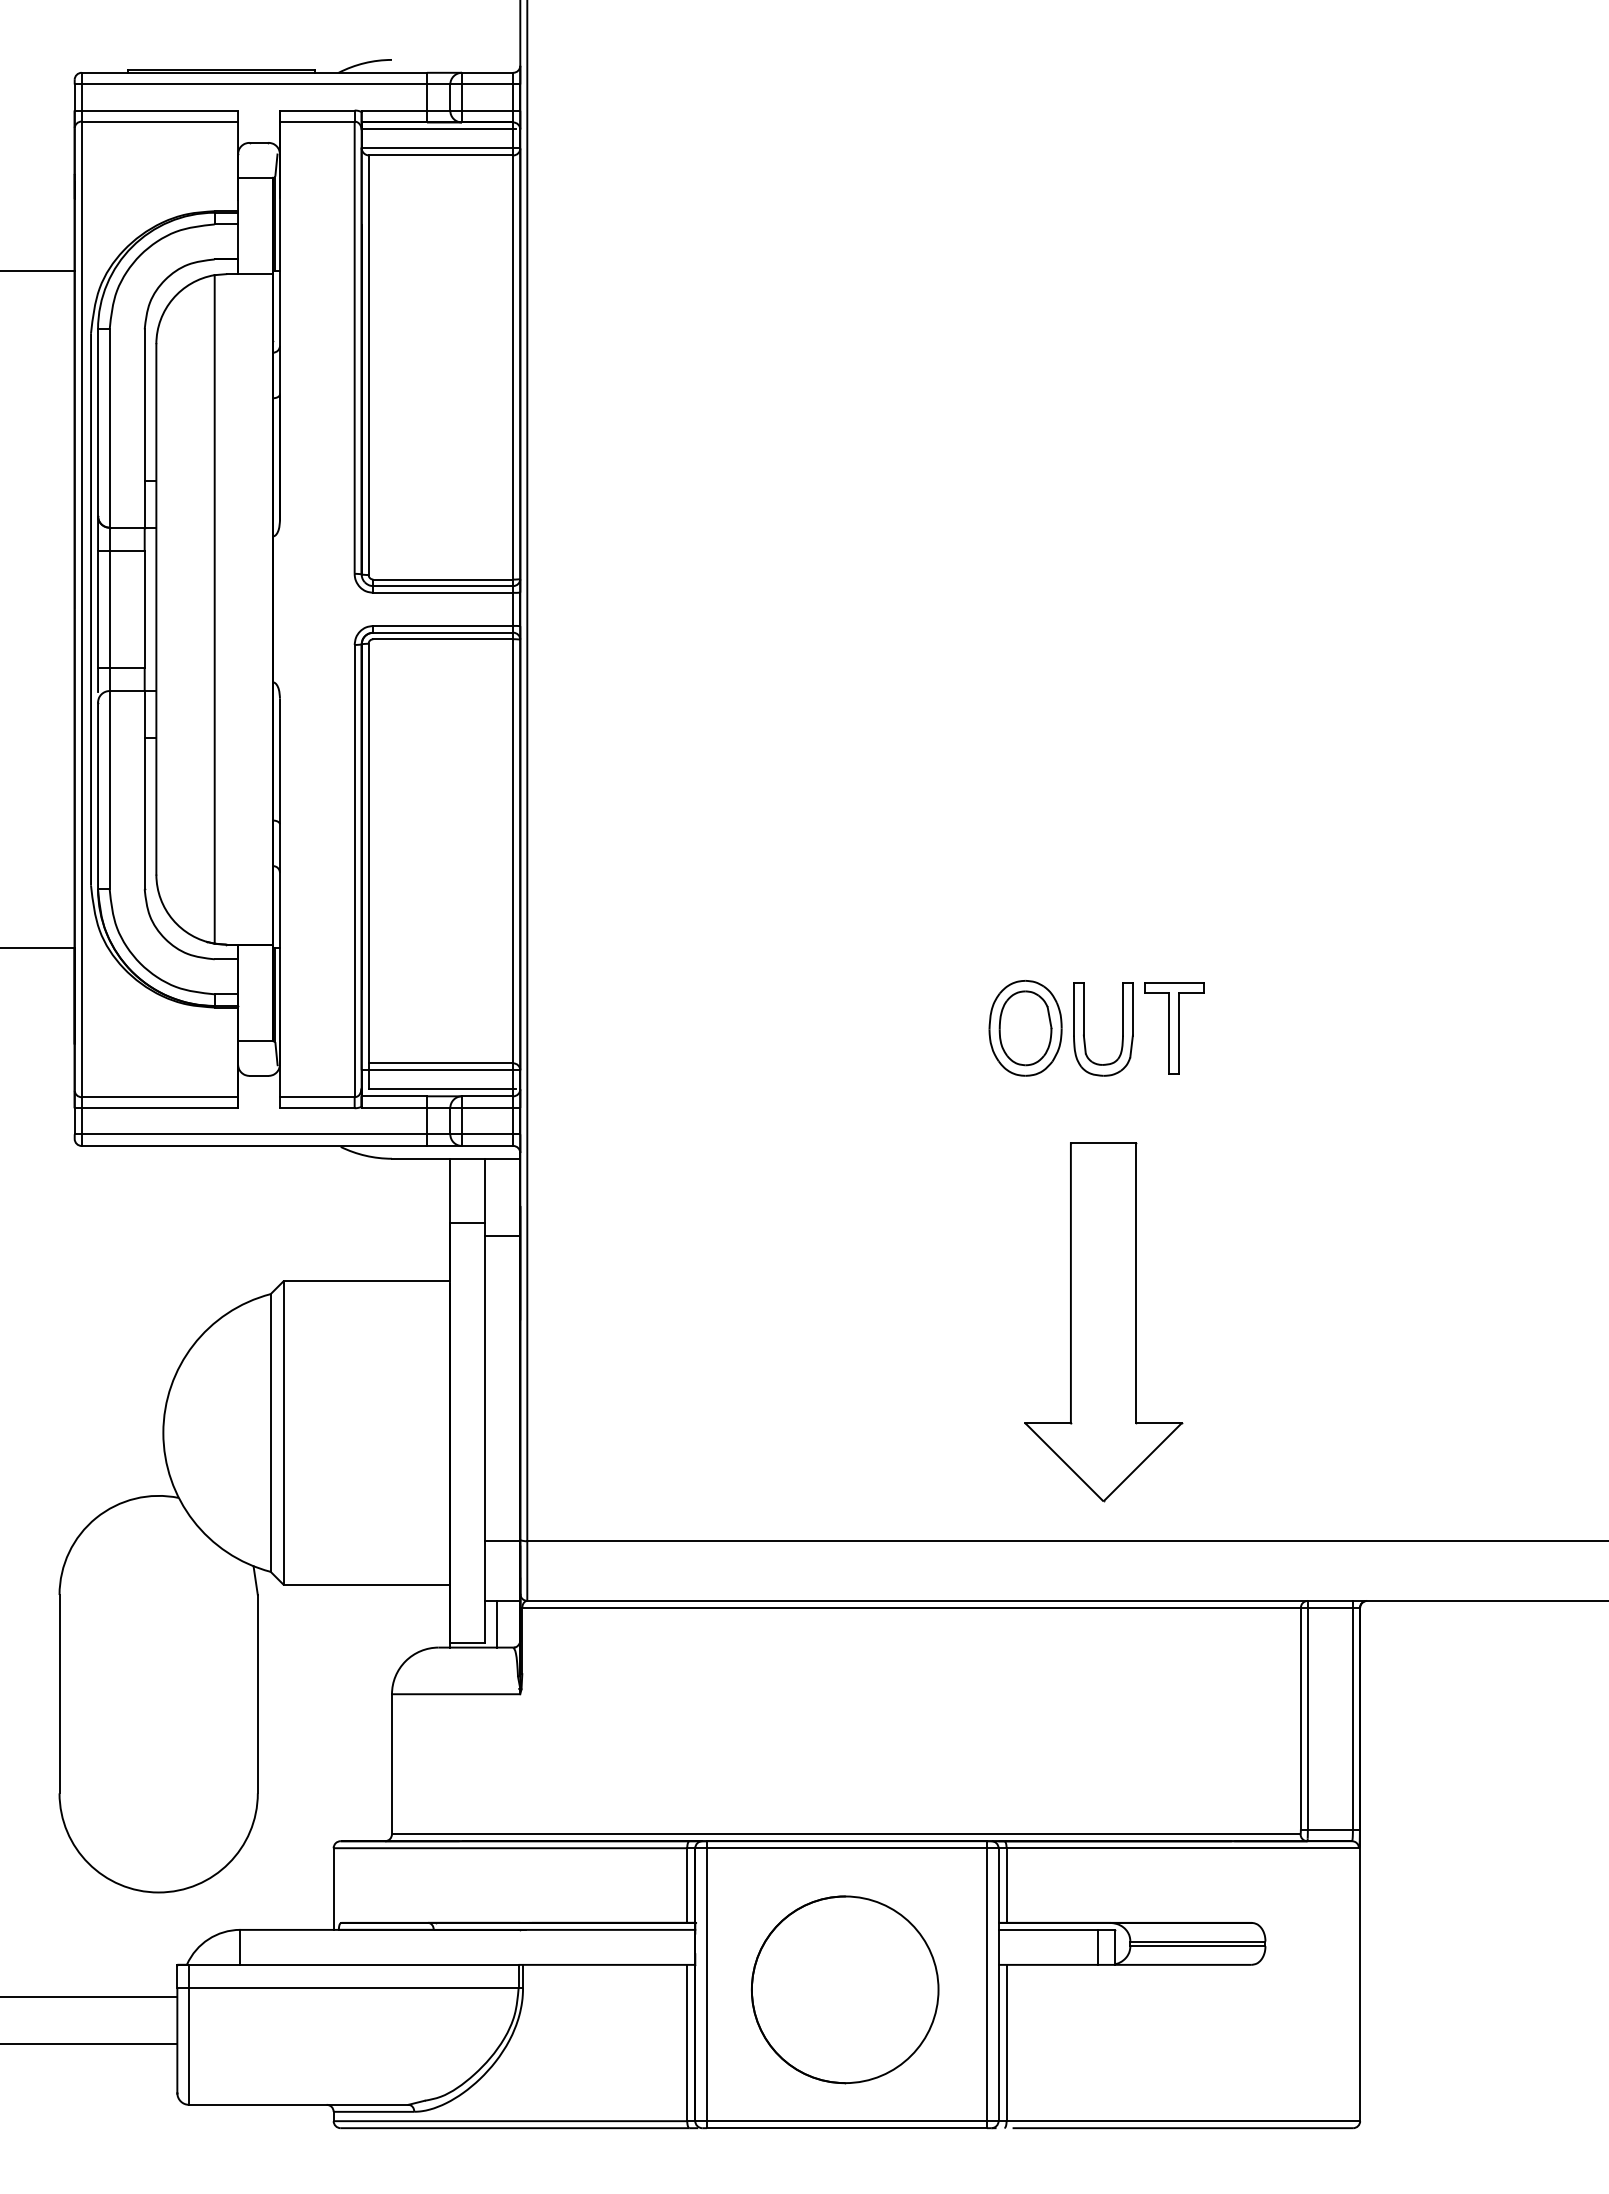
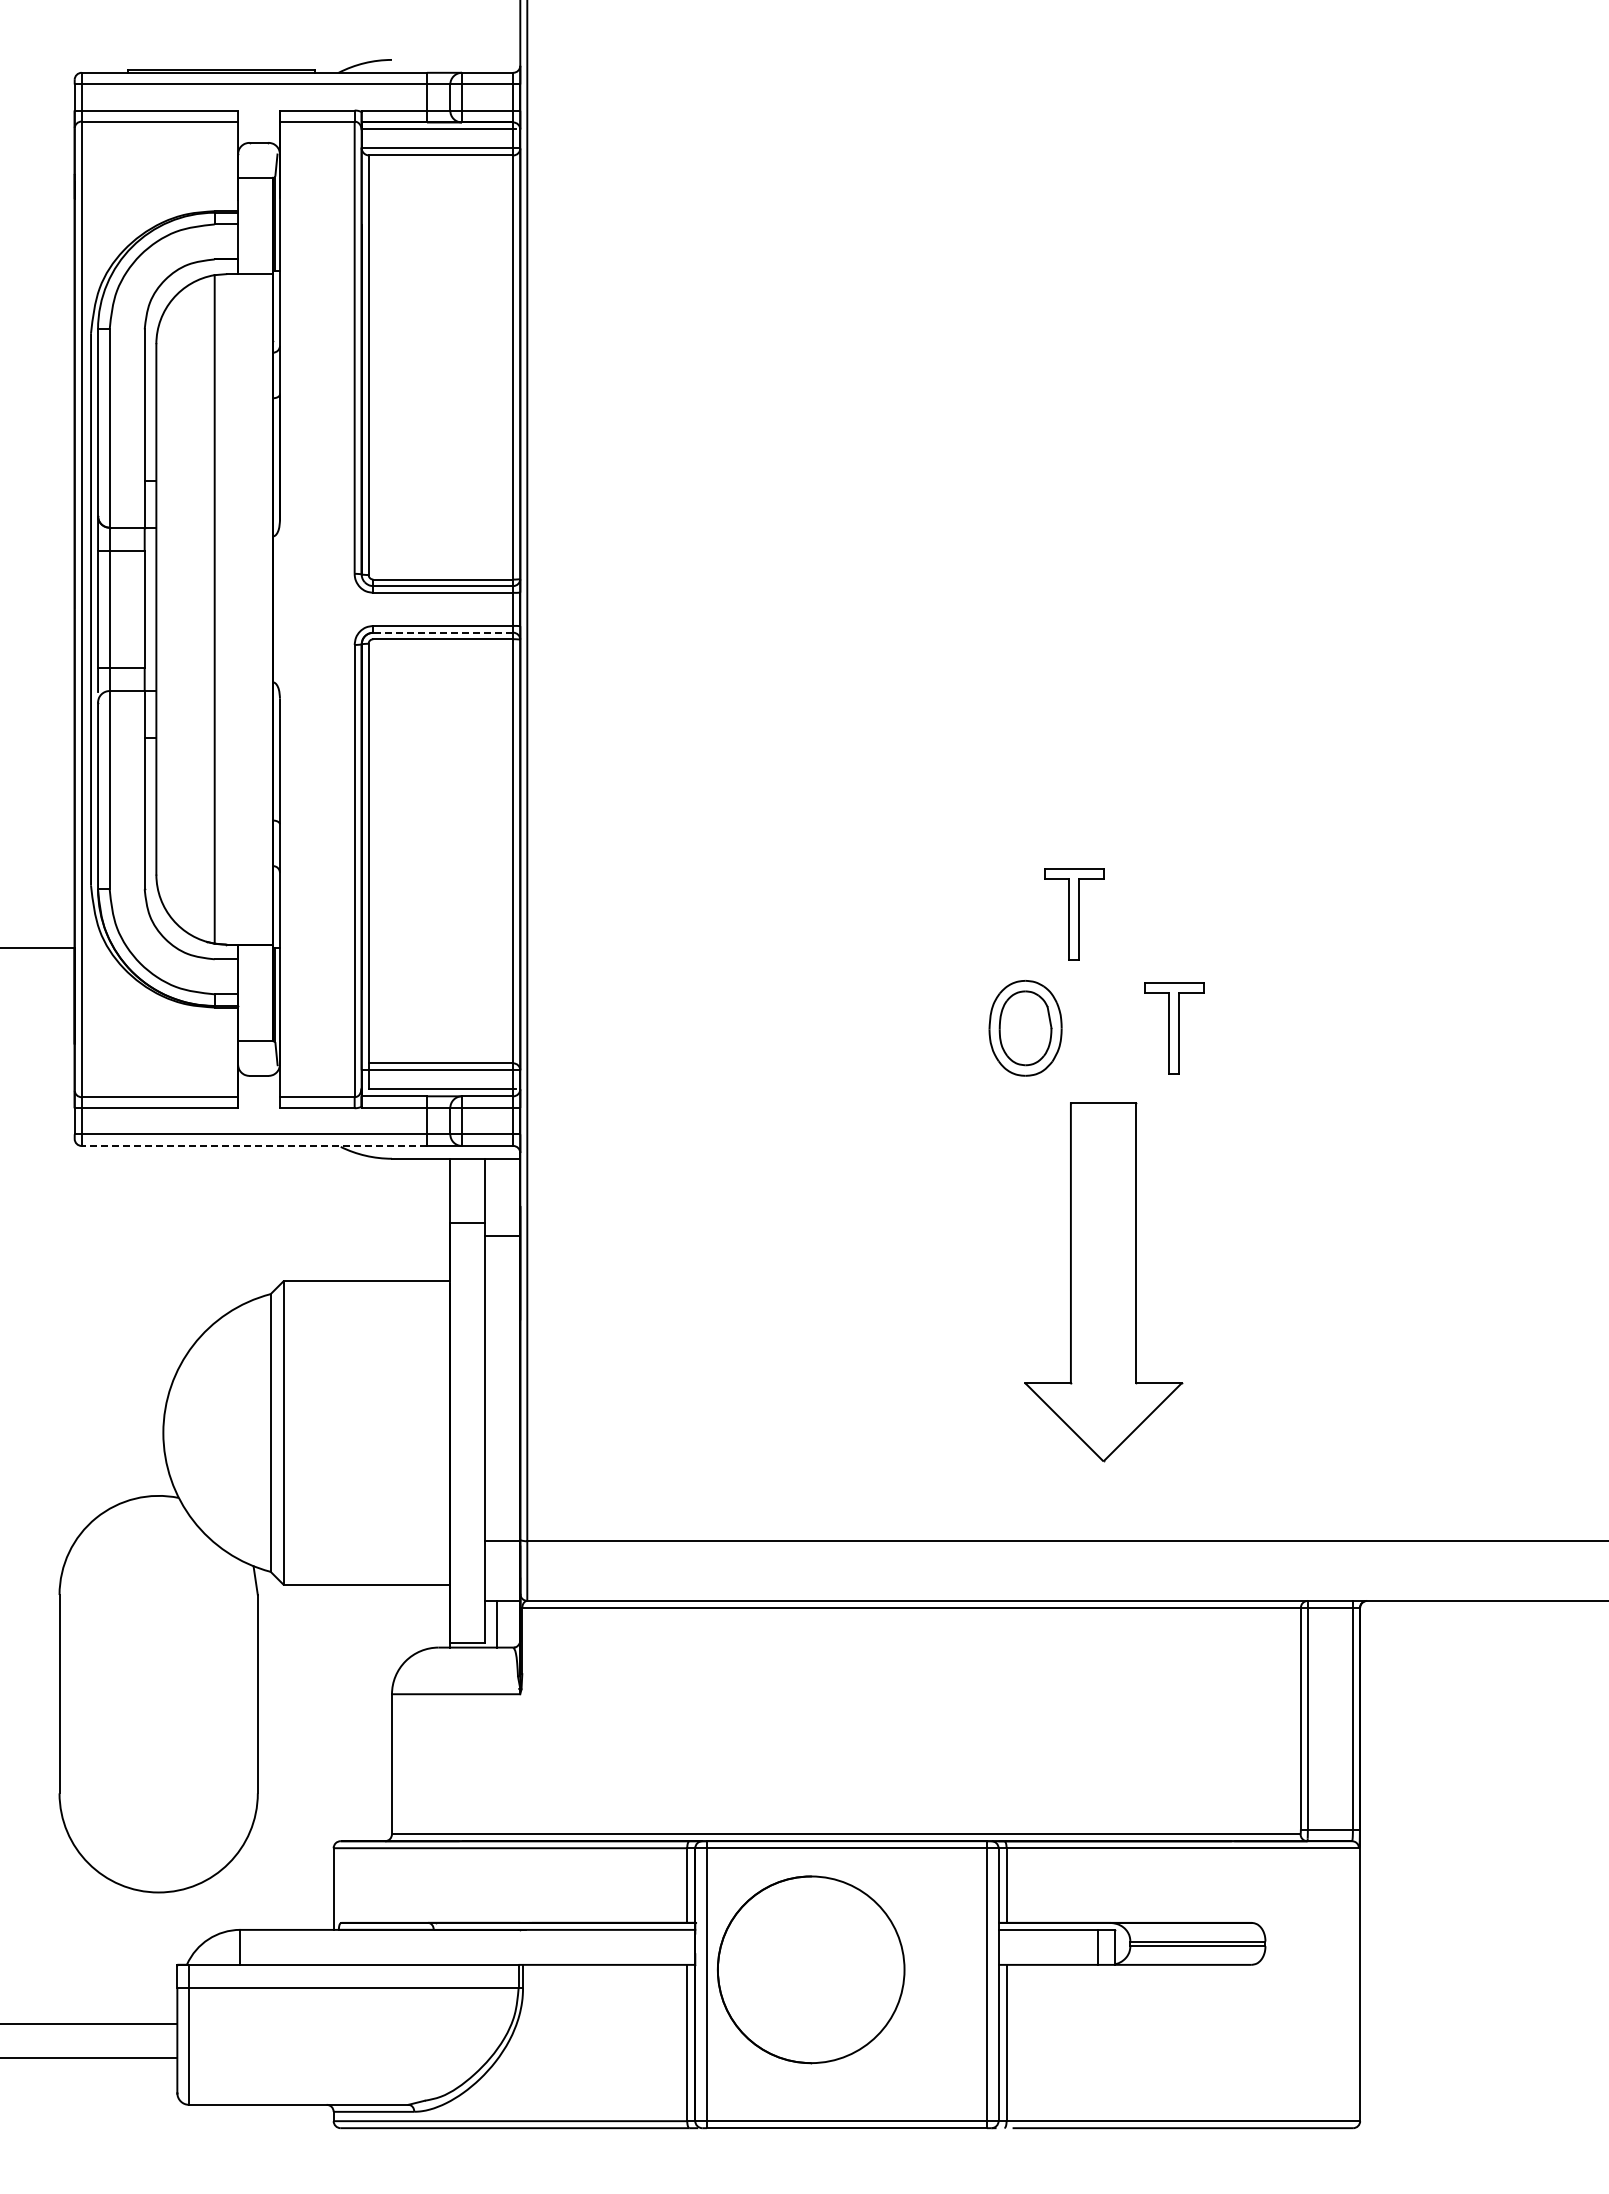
line at (38, 271): present -> none
line at (443, 632): solid -> dashed
part at (1074, 914): none -> present
part at (1084, 1029): present -> none
line at (254, 1145): solid -> dashed
part at (1103, 1322) position: (1103, 1322) -> (1103, 1282)
part at (844, 1989) position: (844, 1989) -> (810, 1969)
line at (89, 1997) position: (89, 1997) -> (89, 2024)
line at (89, 2044) position: (89, 2044) -> (89, 2058)
